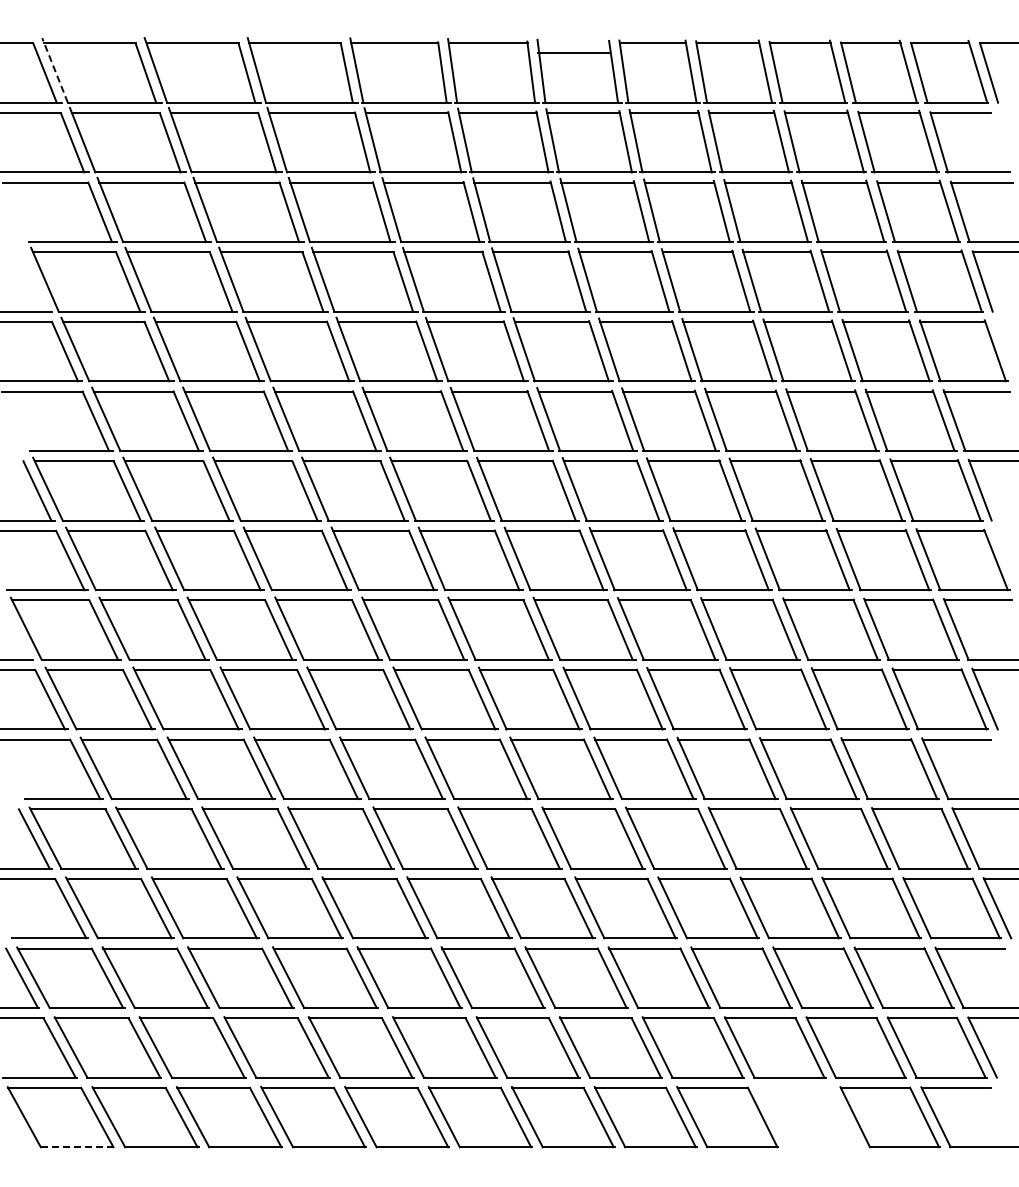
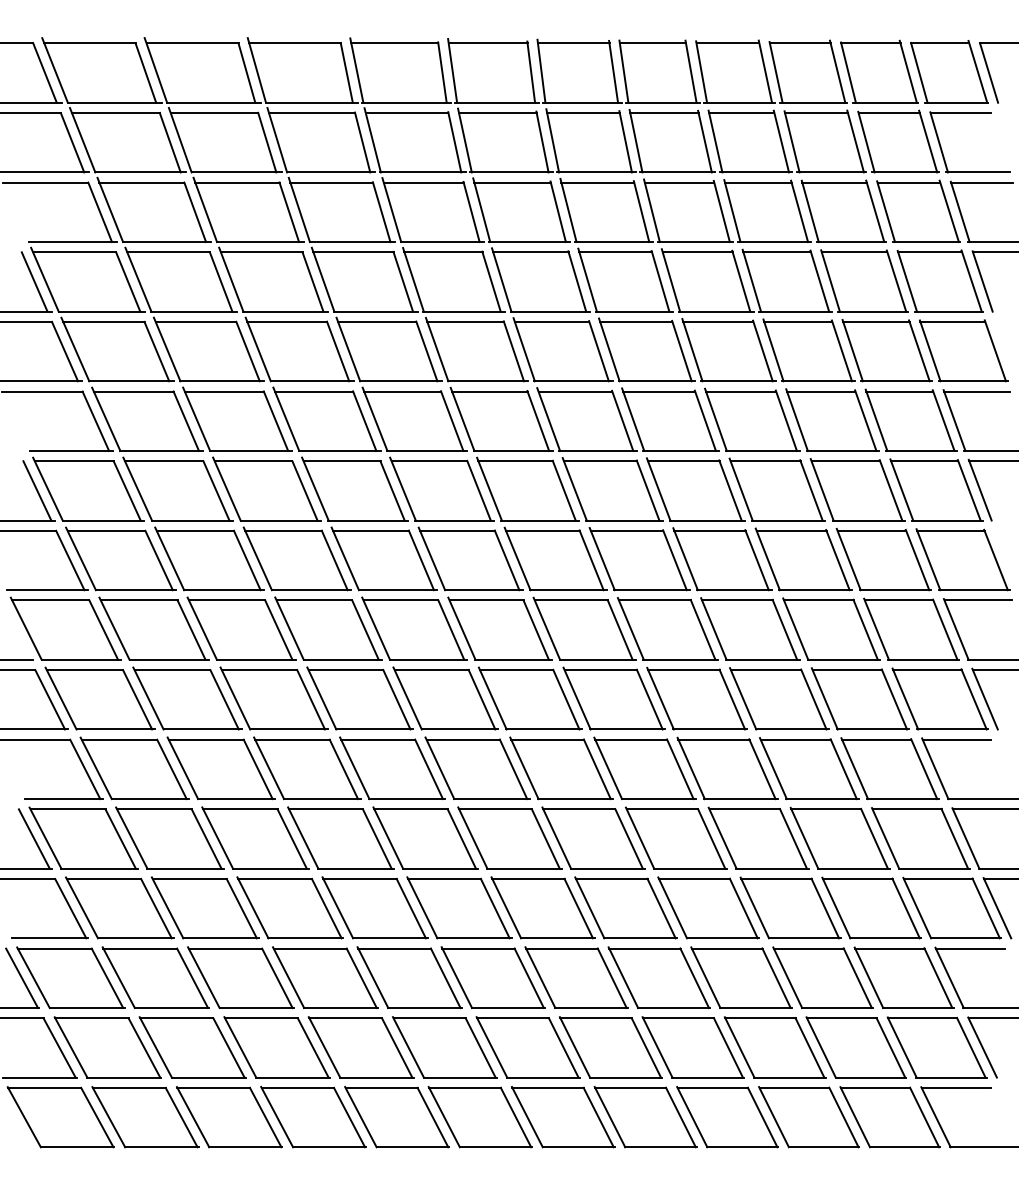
line at (573, 53) position: (573, 53) -> (573, 43)
line at (55, 70): dashed -> solid
line at (34, 281): none -> present
part at (808, 1117): none -> present
line at (77, 1147): dashed -> solid
